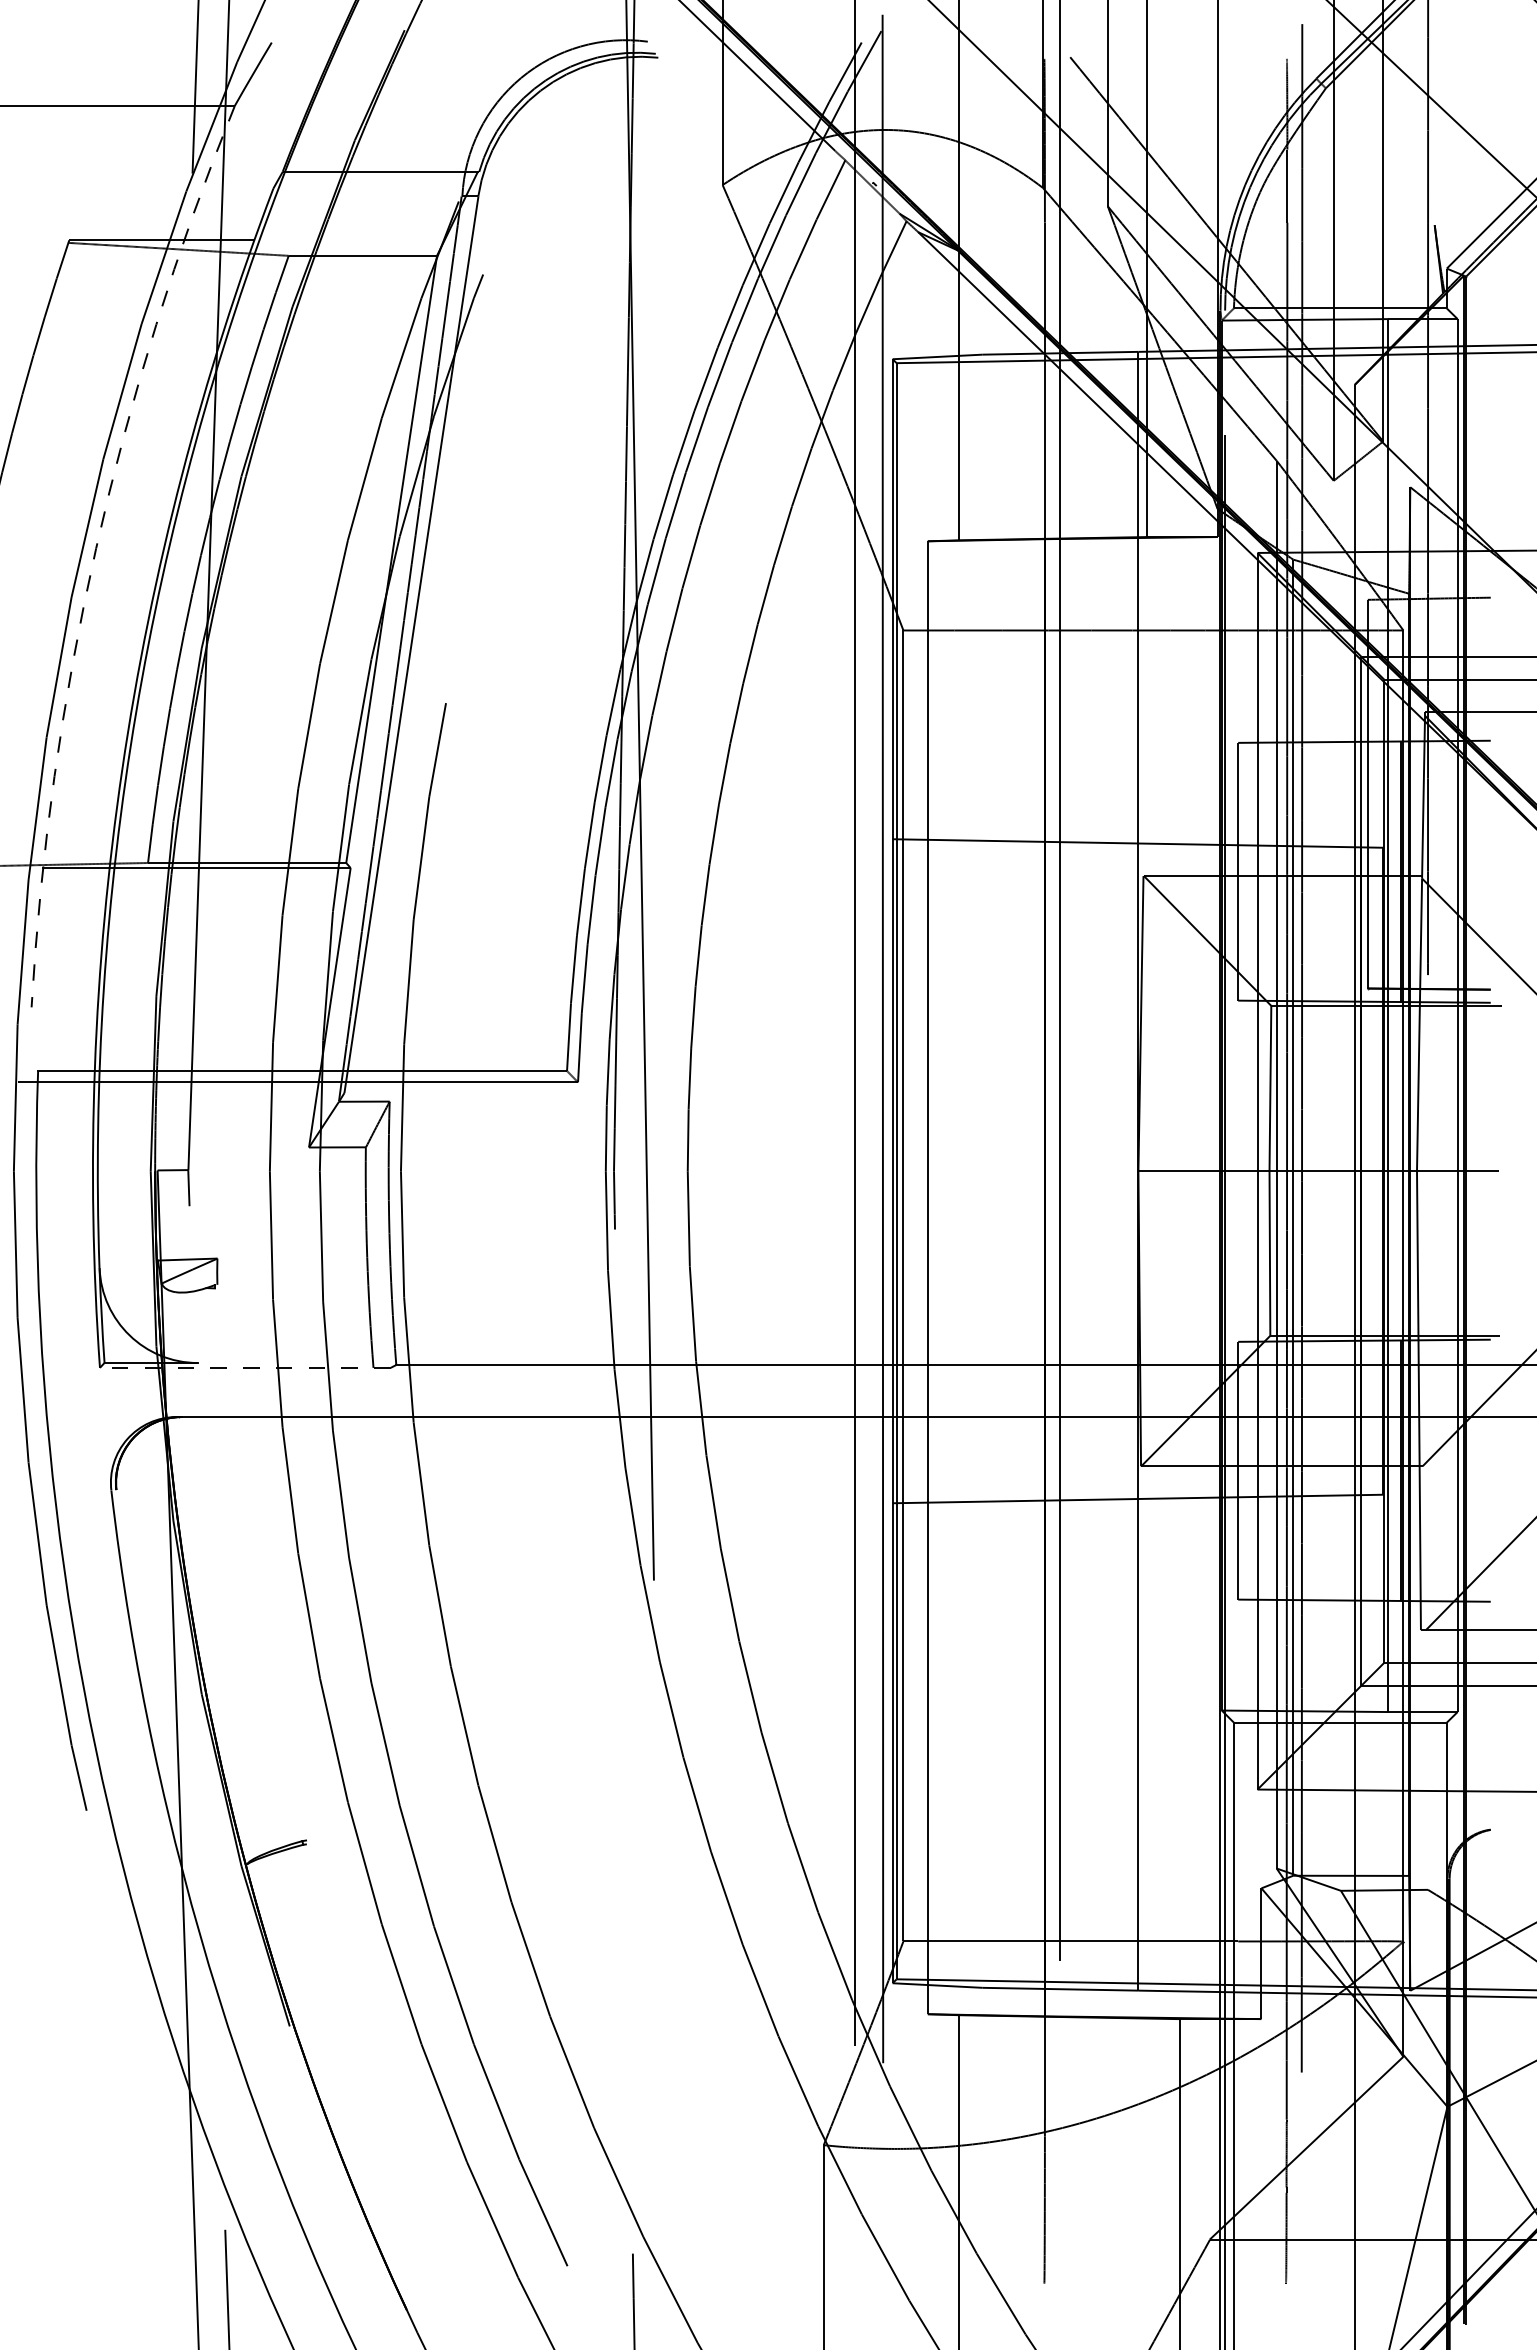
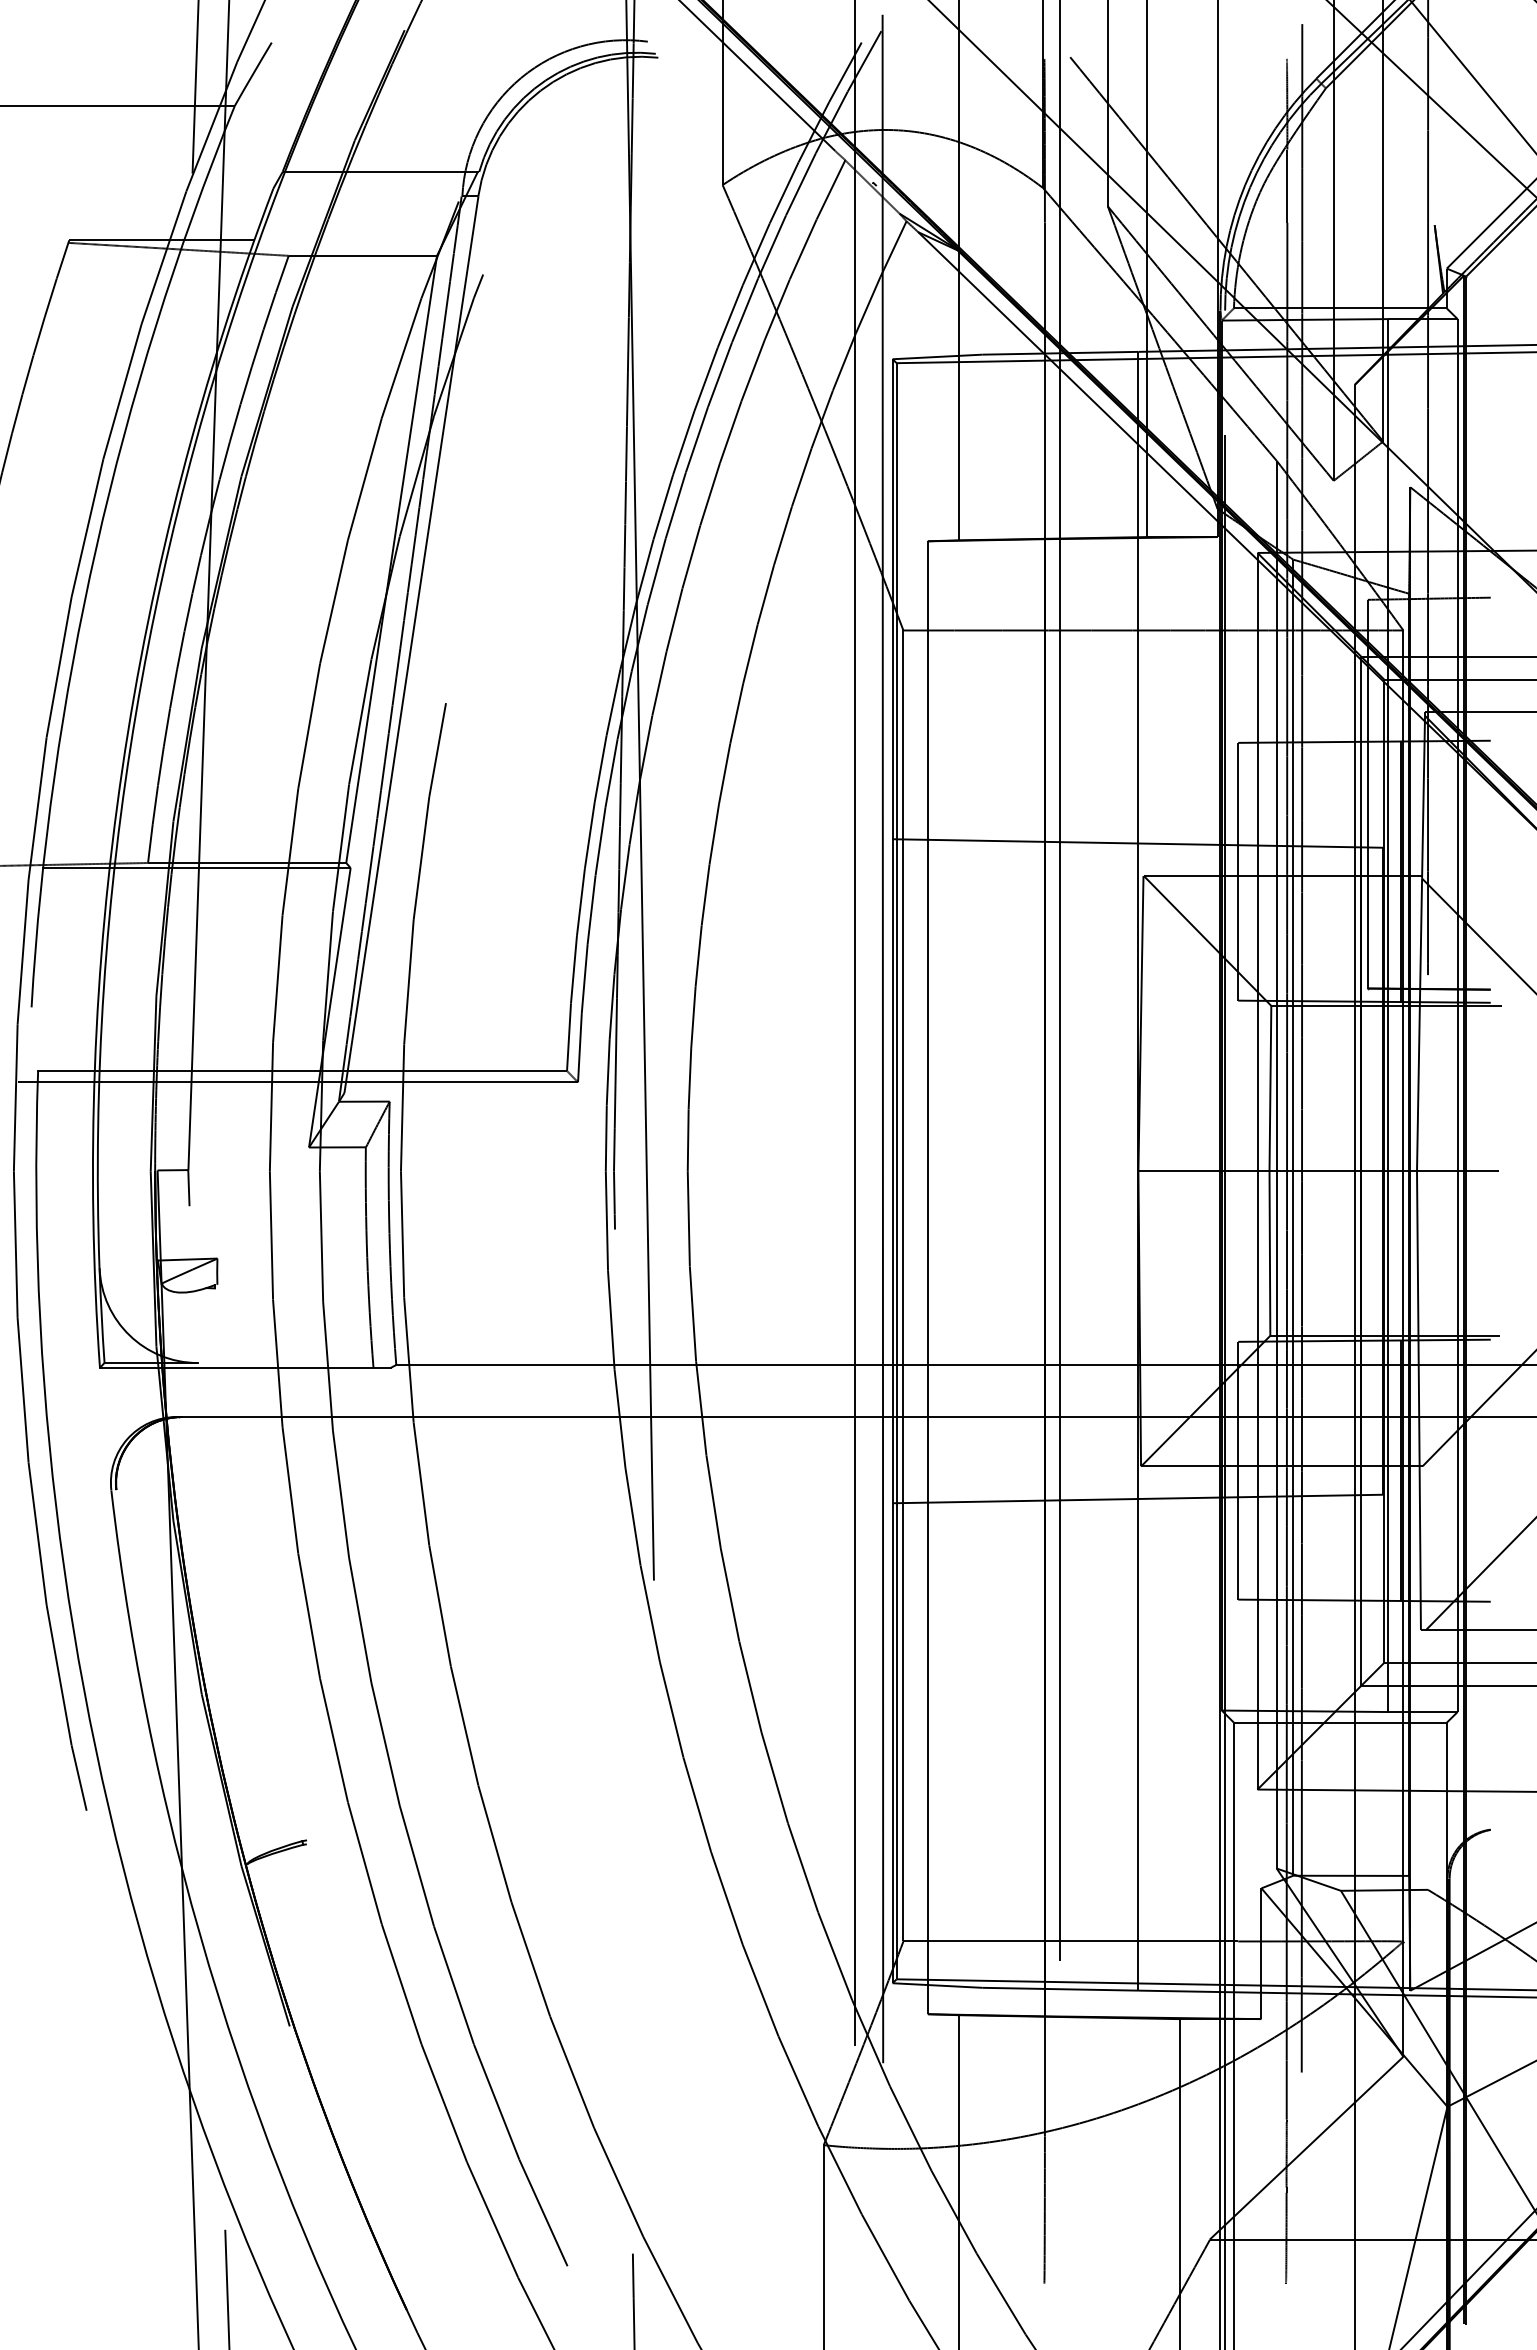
line at (1472, 76): none -> present
arc at (96, 548): dashed -> solid
line at (244, 1367): dashed -> solid
